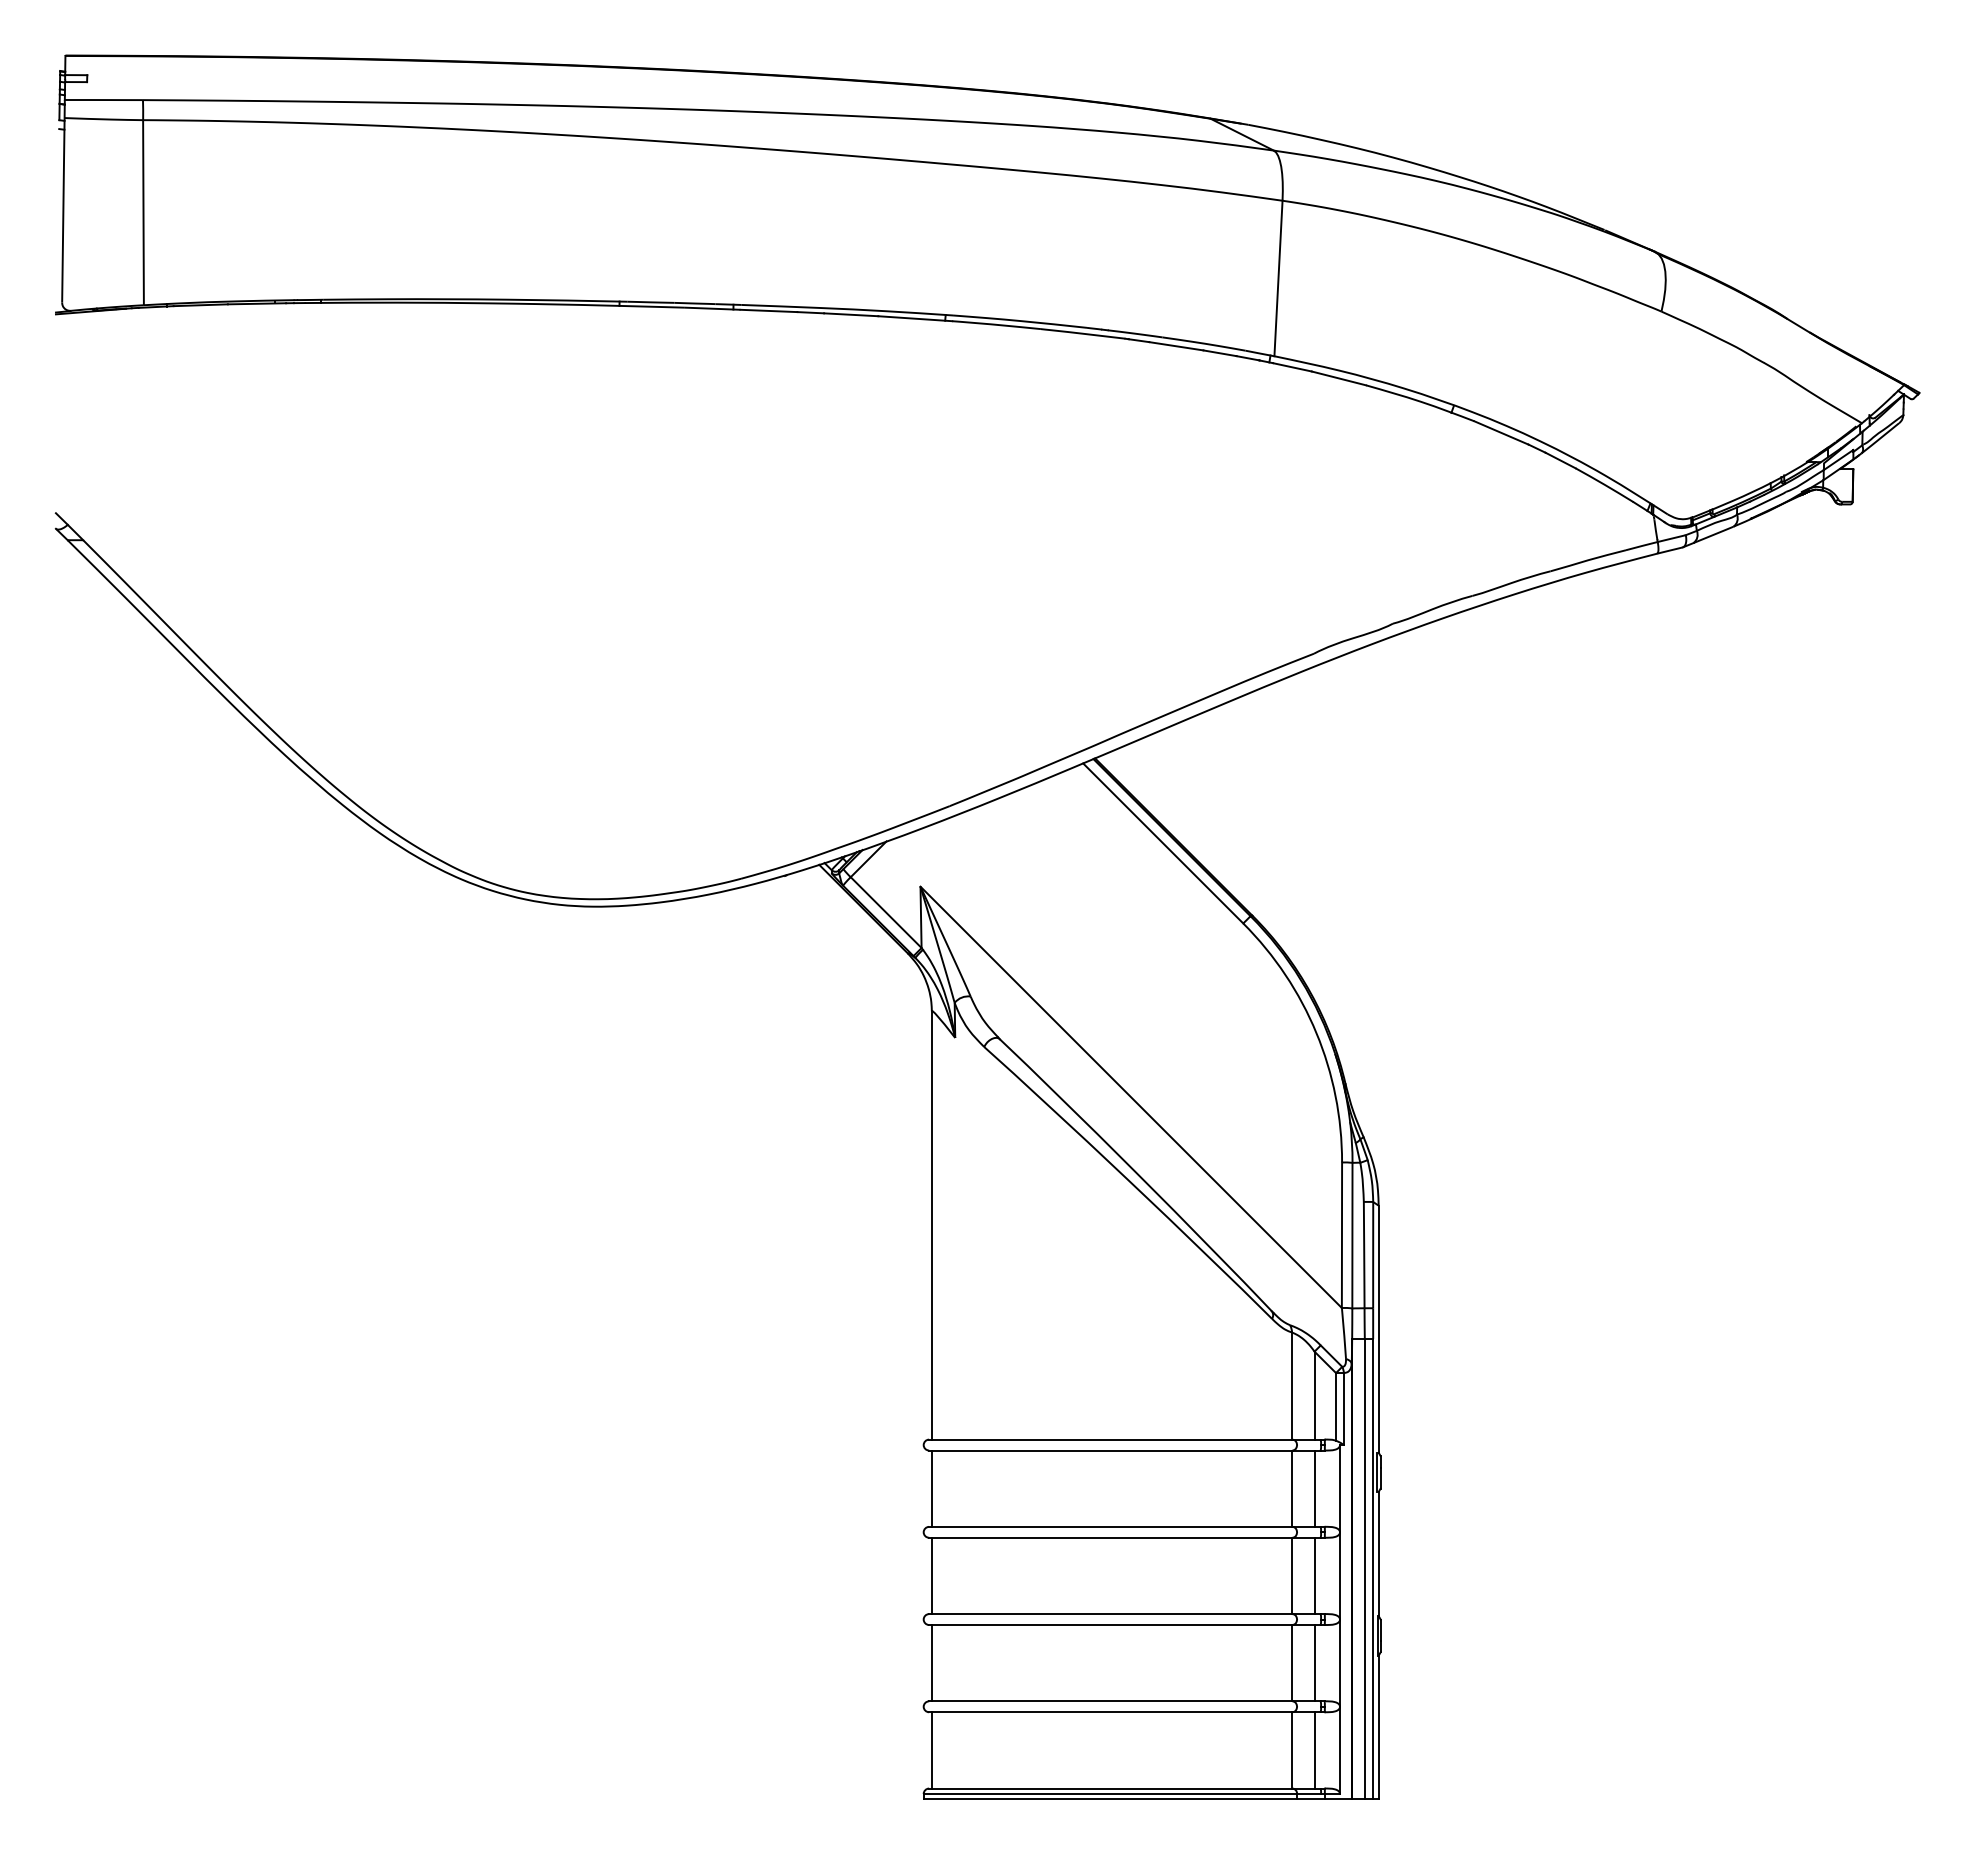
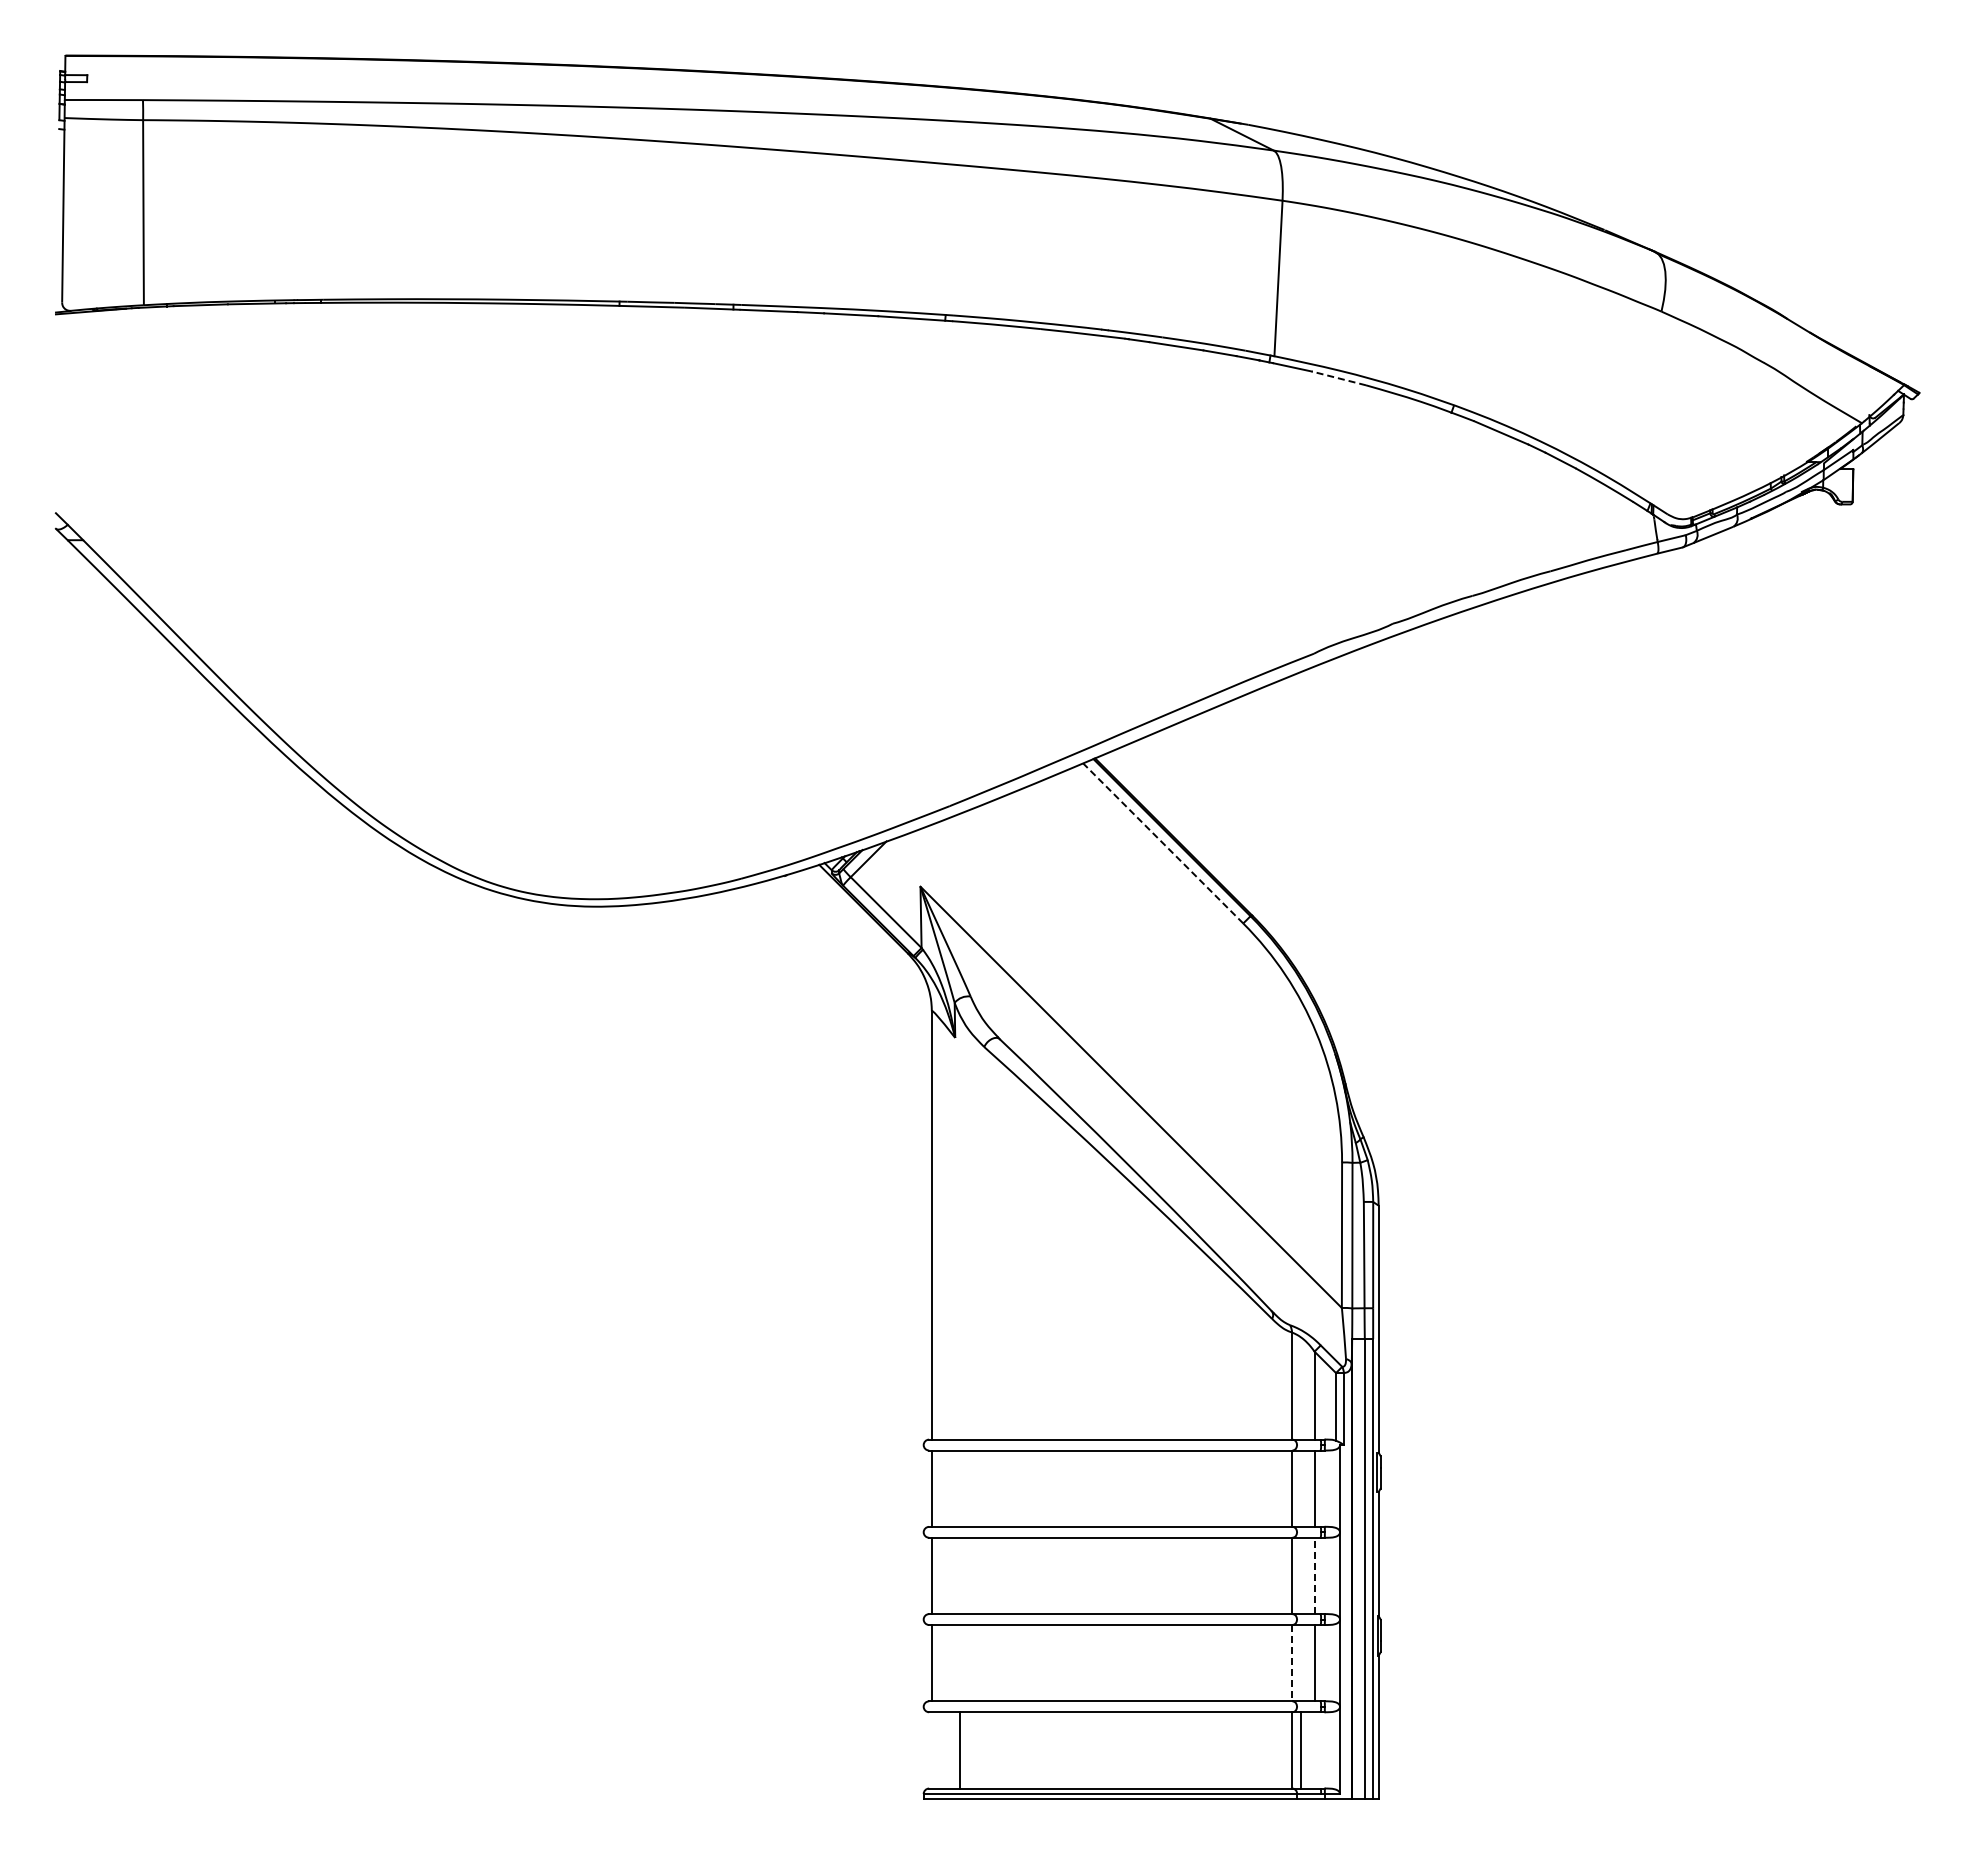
line at (1338, 378): solid -> dashed
line at (1162, 843): solid -> dashed
line at (1314, 1575): solid -> dashed
line at (1291, 1663): solid -> dashed
line at (931, 1750) position: (931, 1750) -> (959, 1750)
line at (1314, 1750) position: (1314, 1750) -> (1300, 1750)
